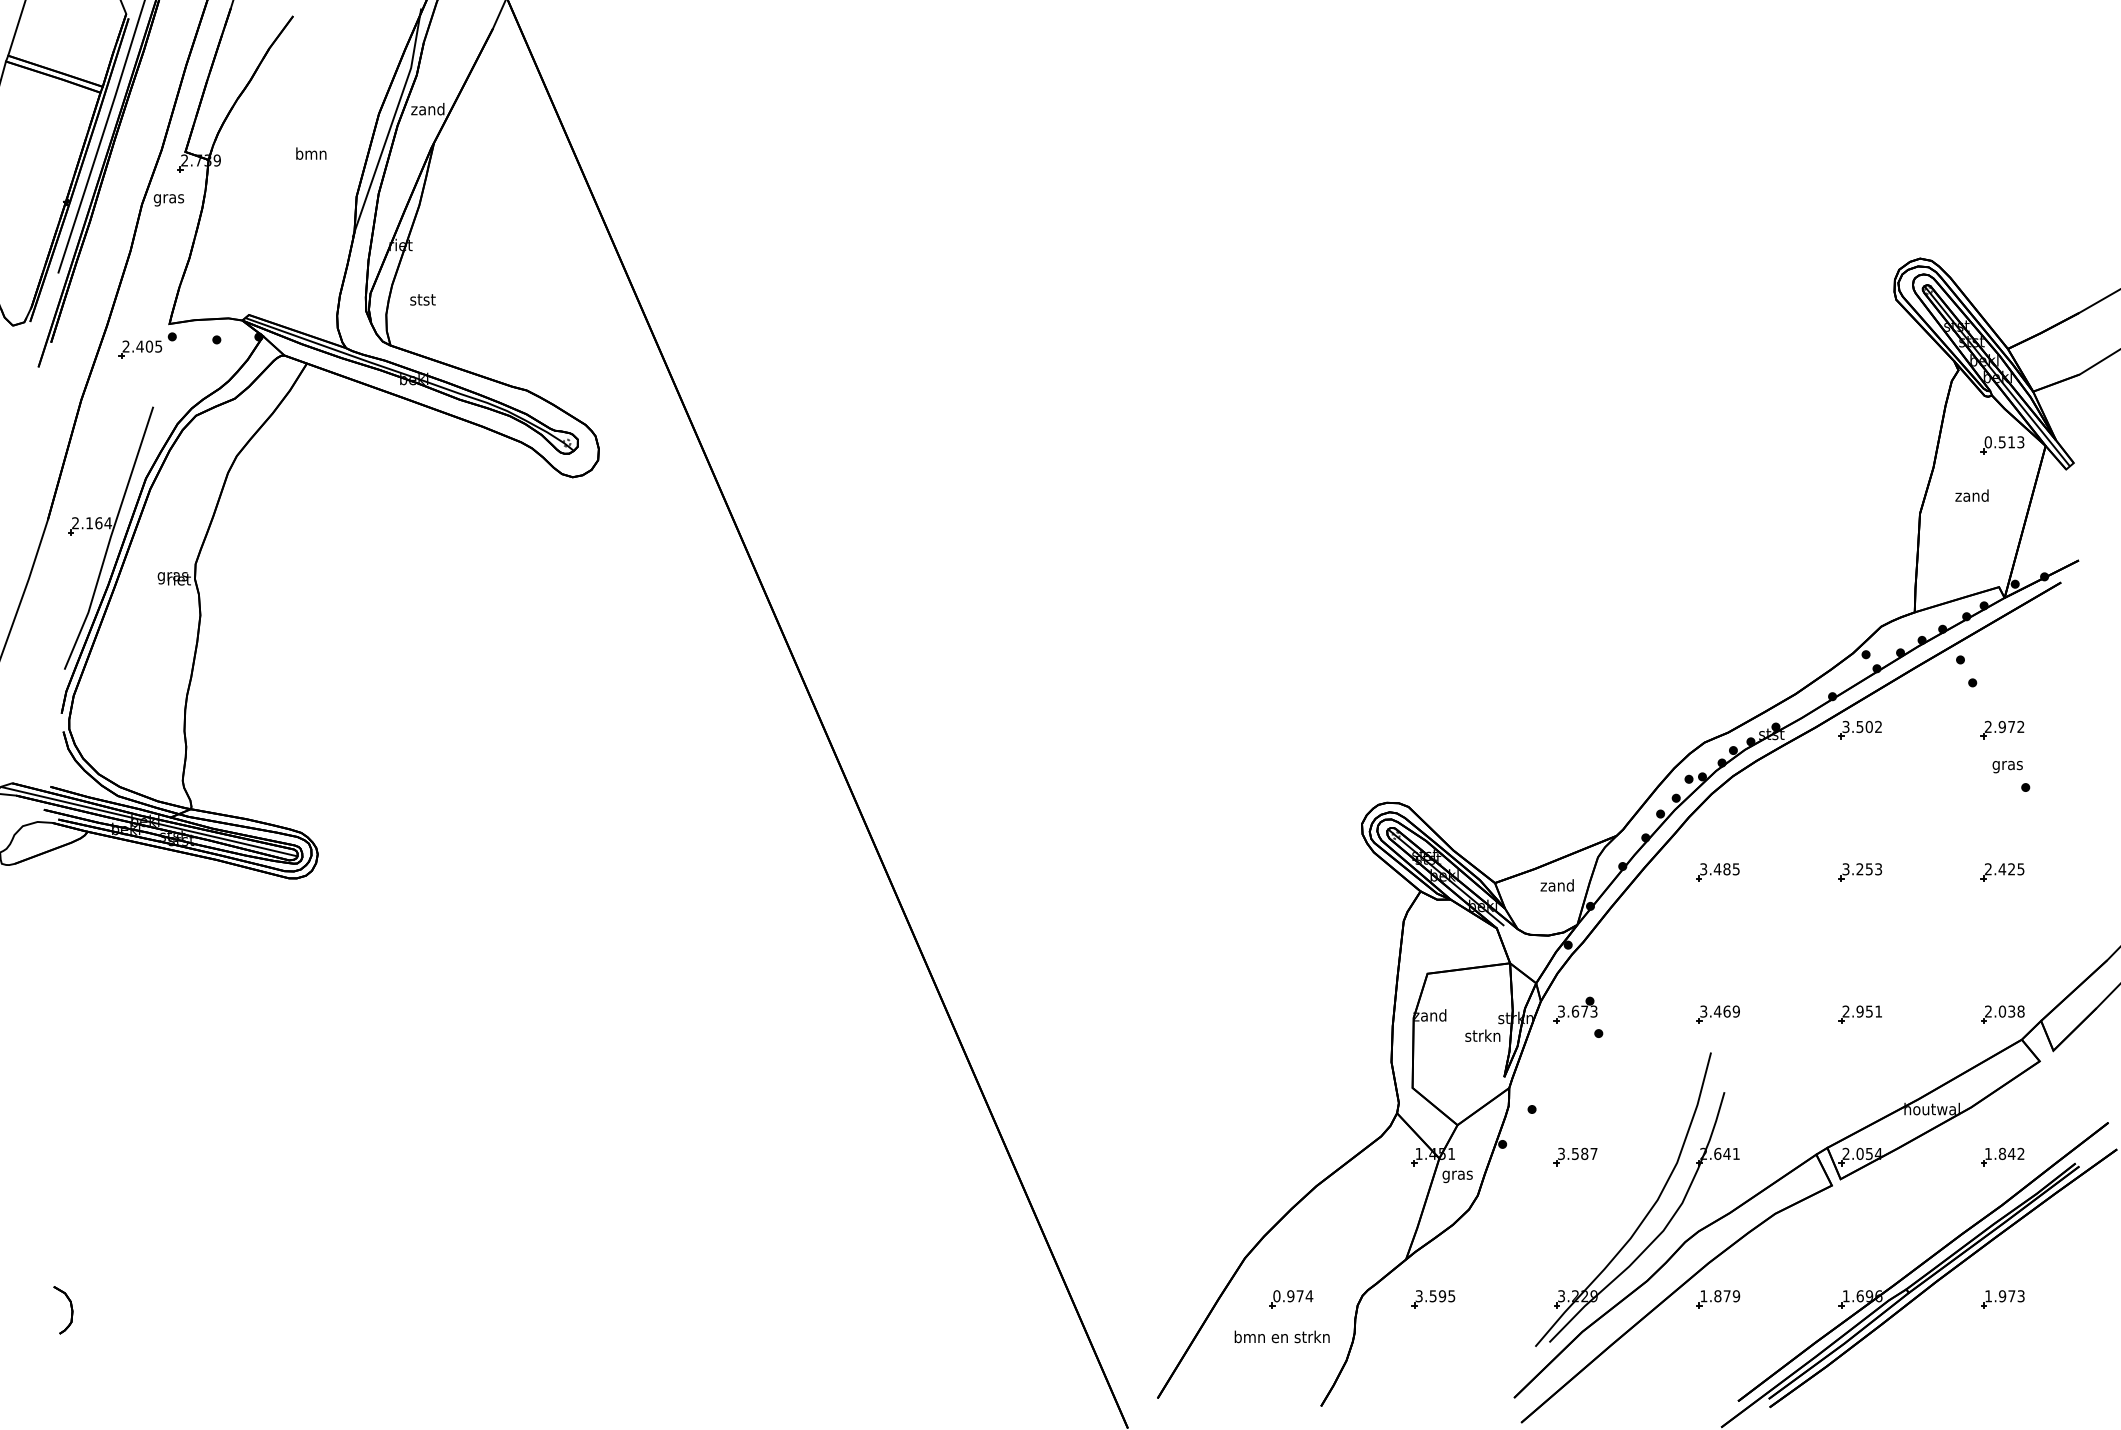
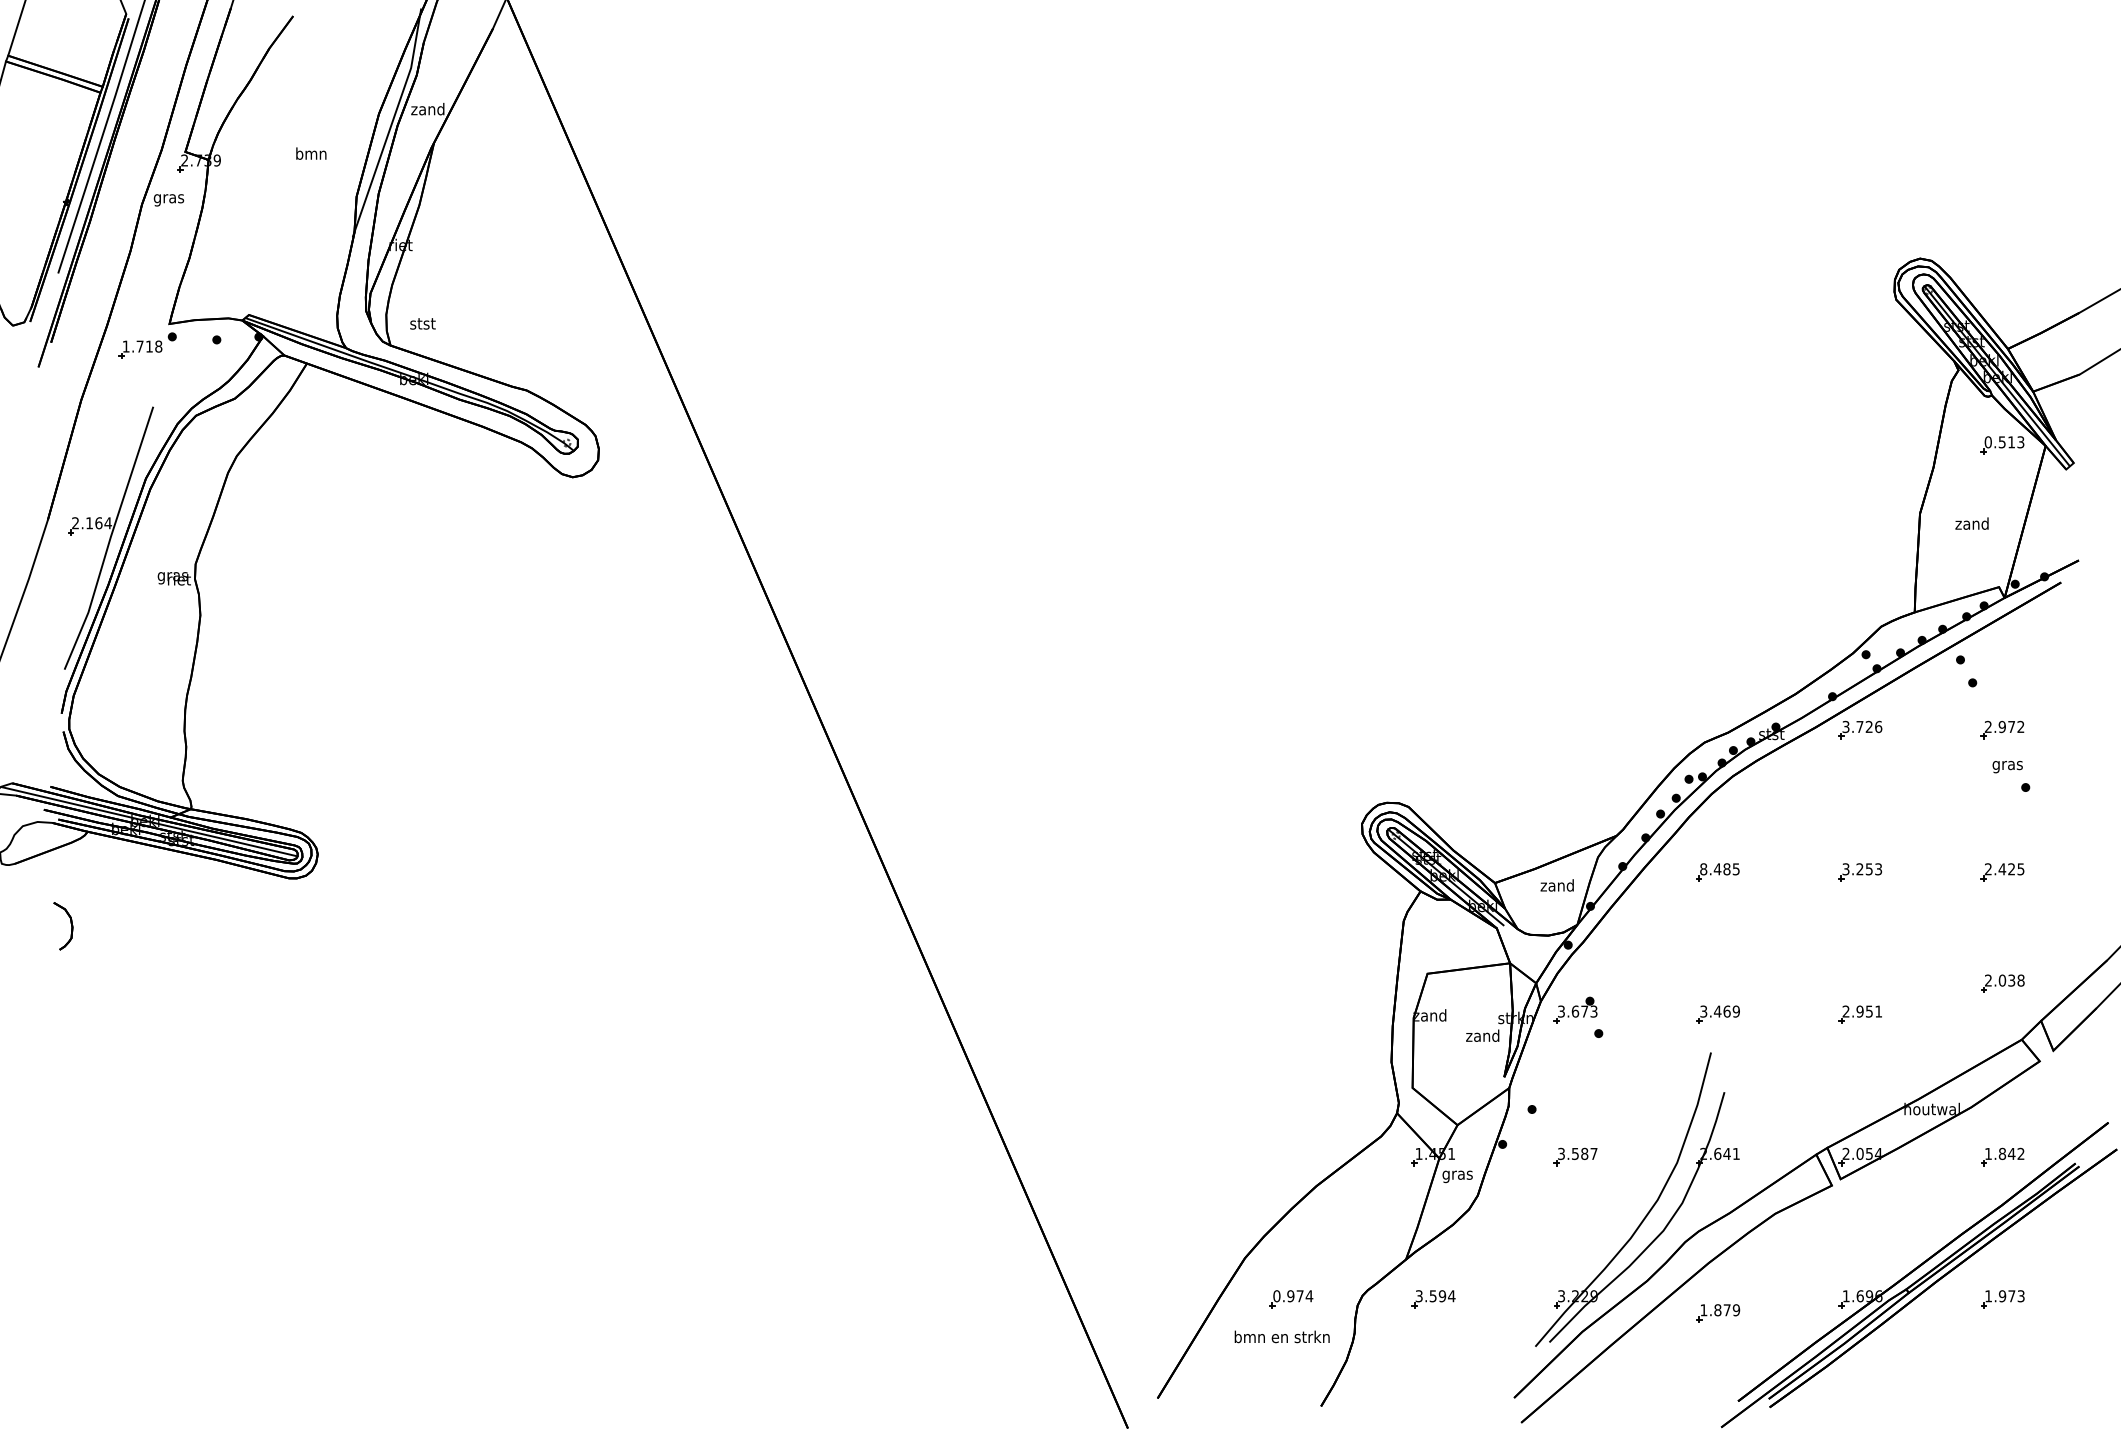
text at (422, 299) position: (422, 299) -> (422, 323)
text at (142, 346): 2.405 -> 1.718
text at (1971, 495) position: (1971, 495) -> (1971, 523)
text at (1869, 726): 3.502 -> 3.726
text at (1703, 869): 3.485 -> 8.485
part at (2002, 1014) position: (2002, 1014) -> (2002, 983)
text at (1482, 1035): strkn -> zand
text at (1451, 1296): 3.595 -> 3.594
part at (1718, 1299) position: (1718, 1299) -> (1718, 1313)
part at (70, 1307) position: (70, 1307) -> (70, 923)
